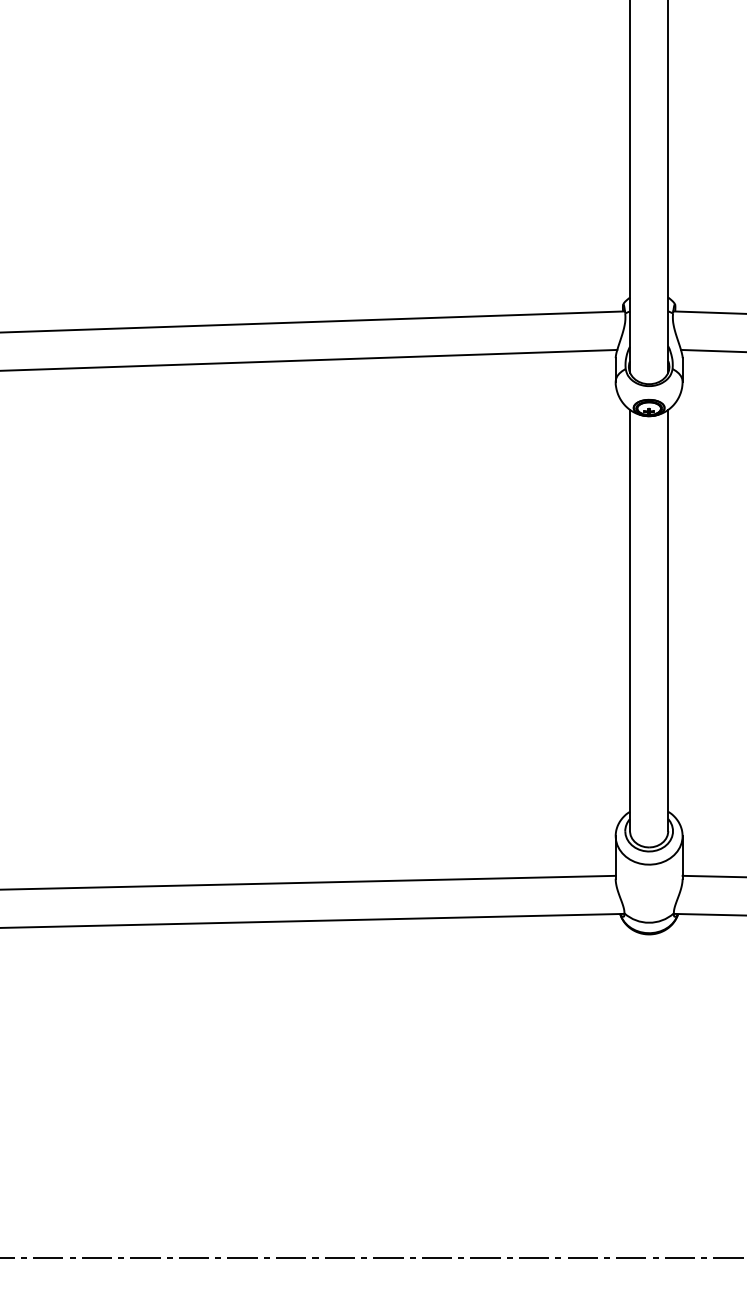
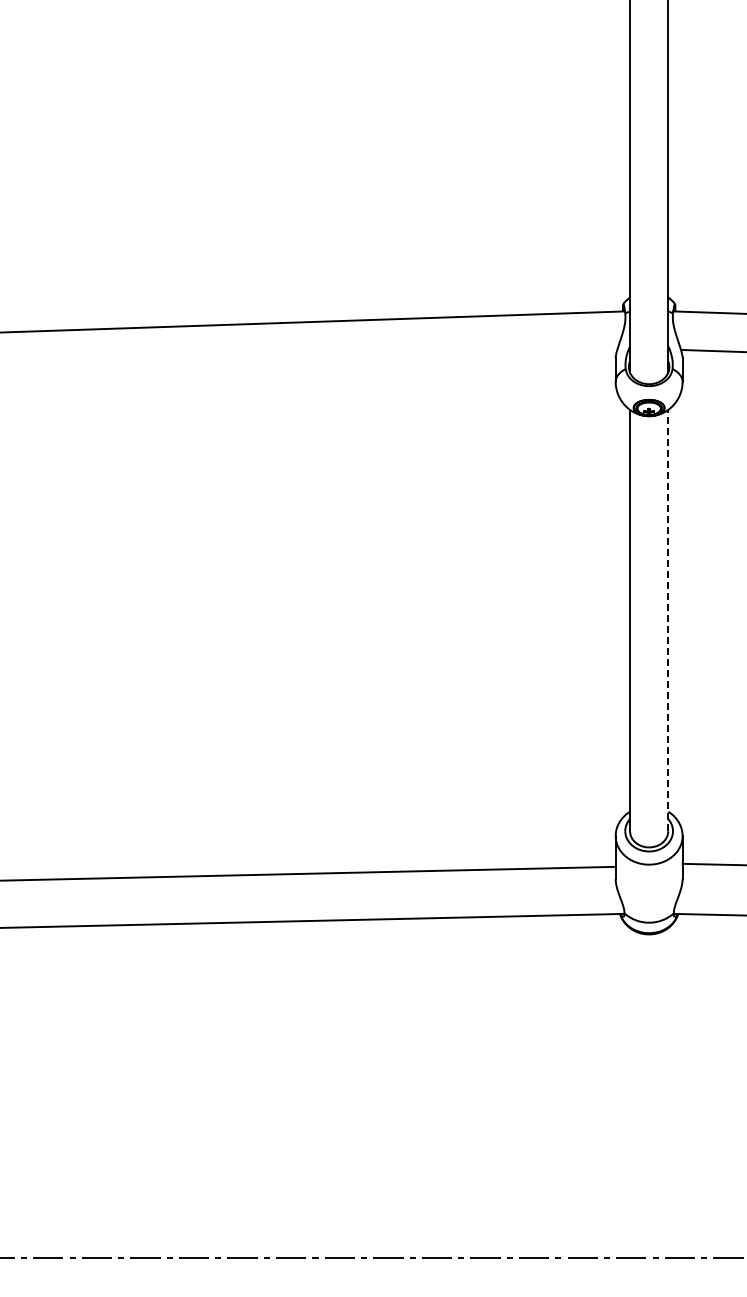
line at (309, 359): present -> none
line at (668, 620): solid -> dashed
line at (712, 876) position: (712, 876) -> (712, 864)
line at (308, 882) position: (308, 882) -> (308, 873)
